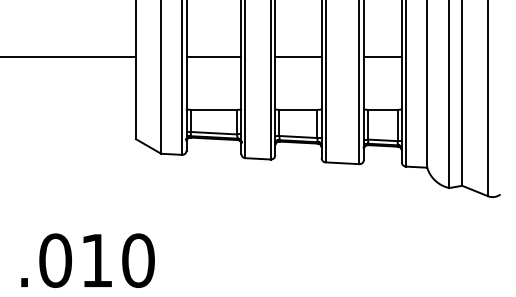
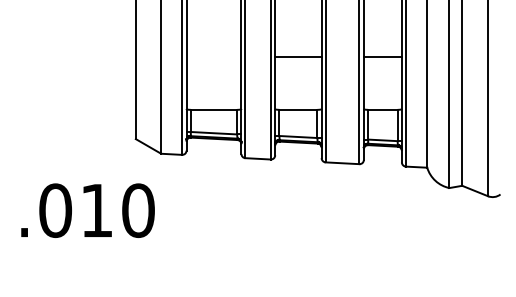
line at (68, 57): present -> none
line at (213, 57): present -> none
text at (87, 260) position: (87, 260) -> (87, 210)
